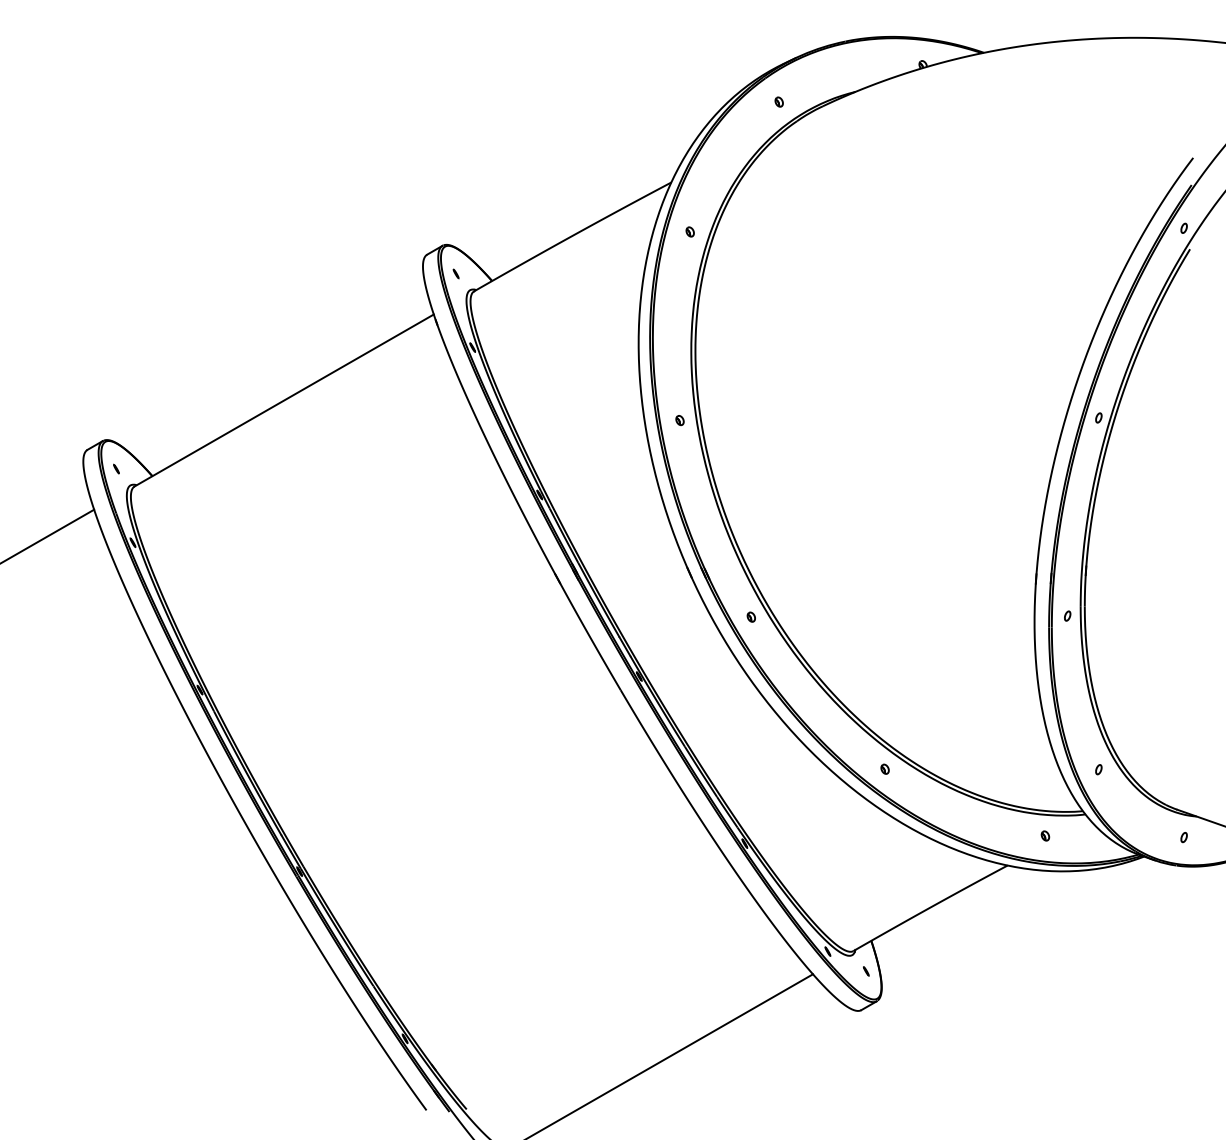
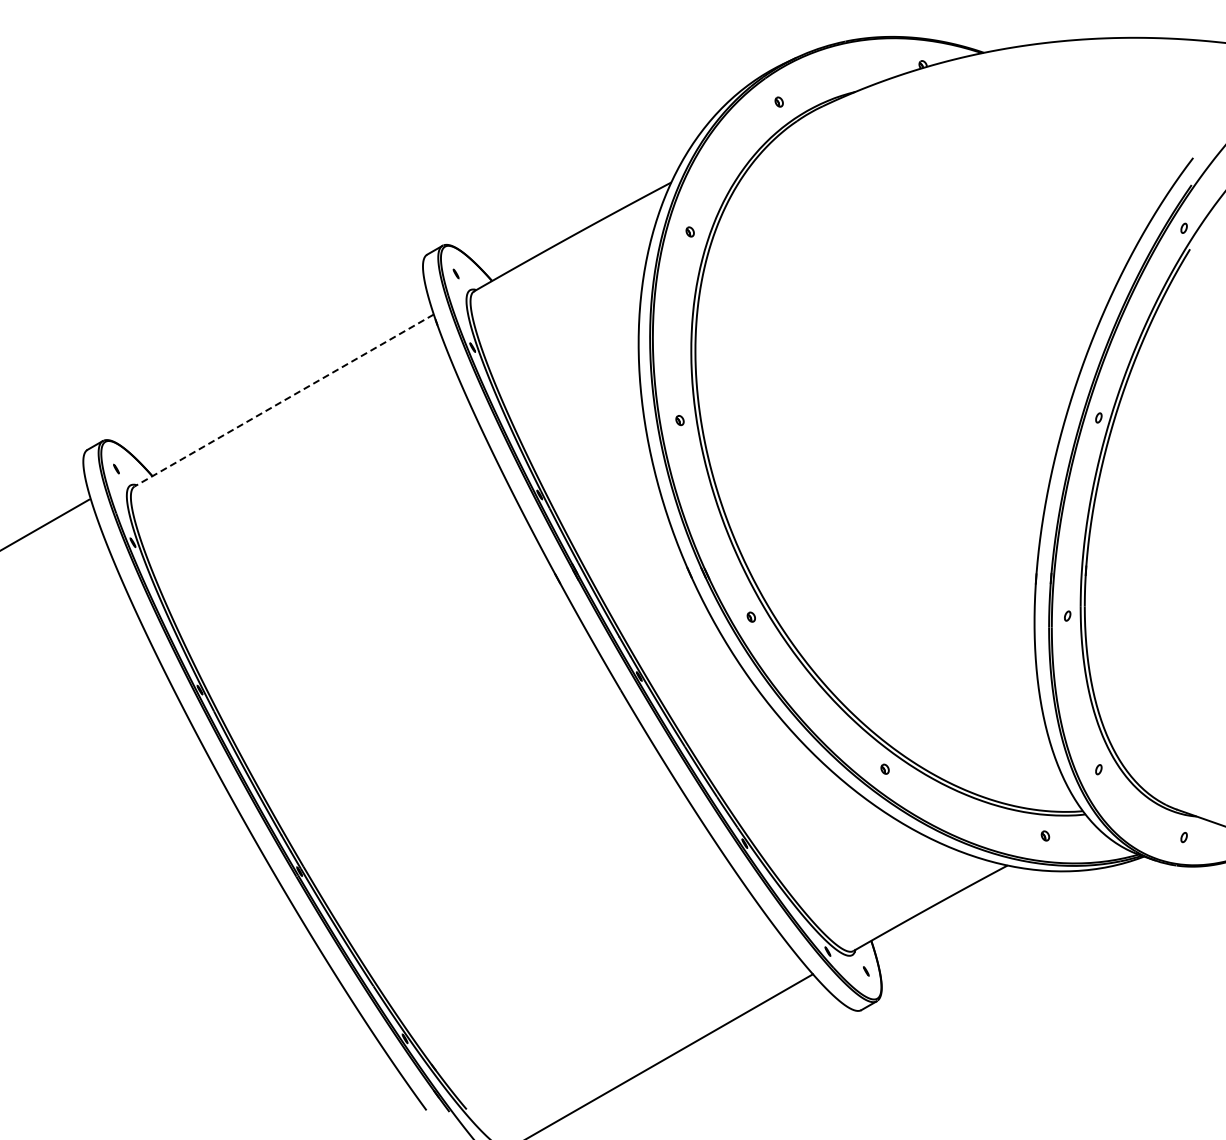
line at (284, 400): solid -> dashed
line at (48, 535) position: (48, 535) -> (45, 524)
